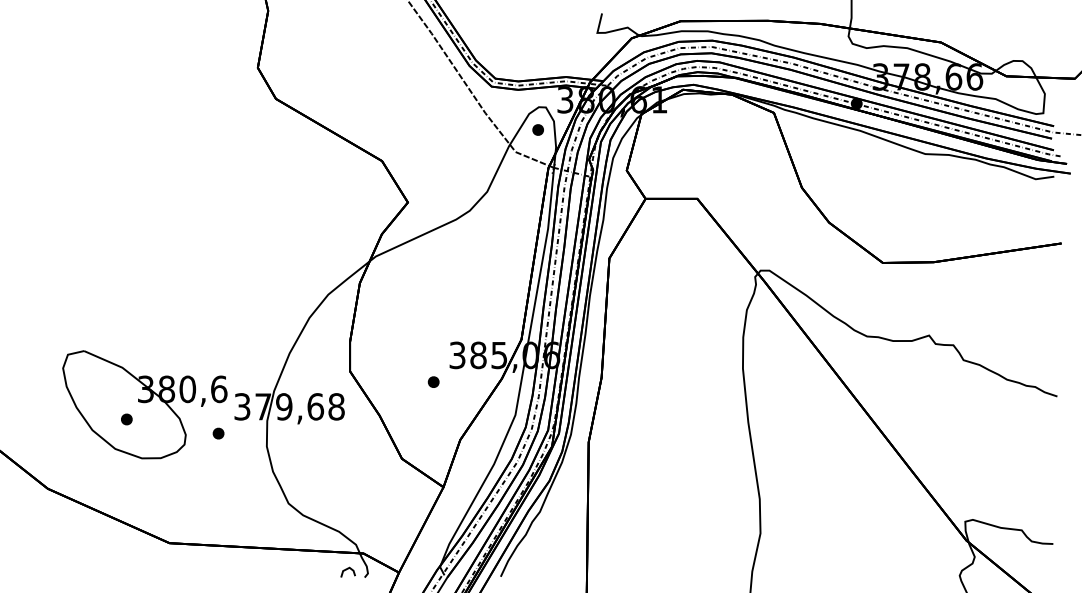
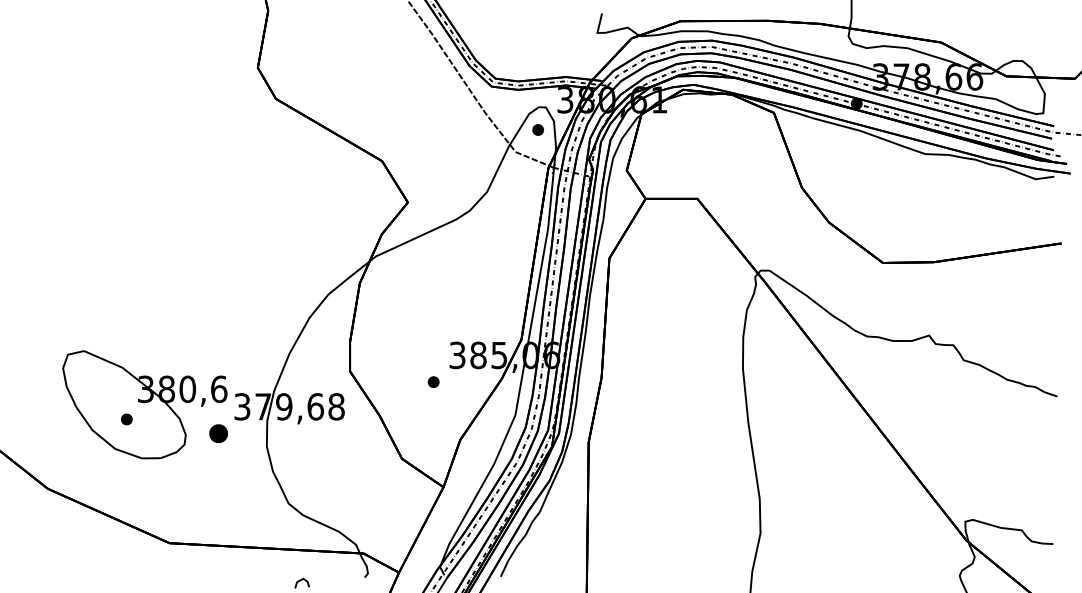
part at (218, 433) size: 13x13 px -> 19x19 px
line at (346, 570) position: (346, 570) -> (300, 581)
